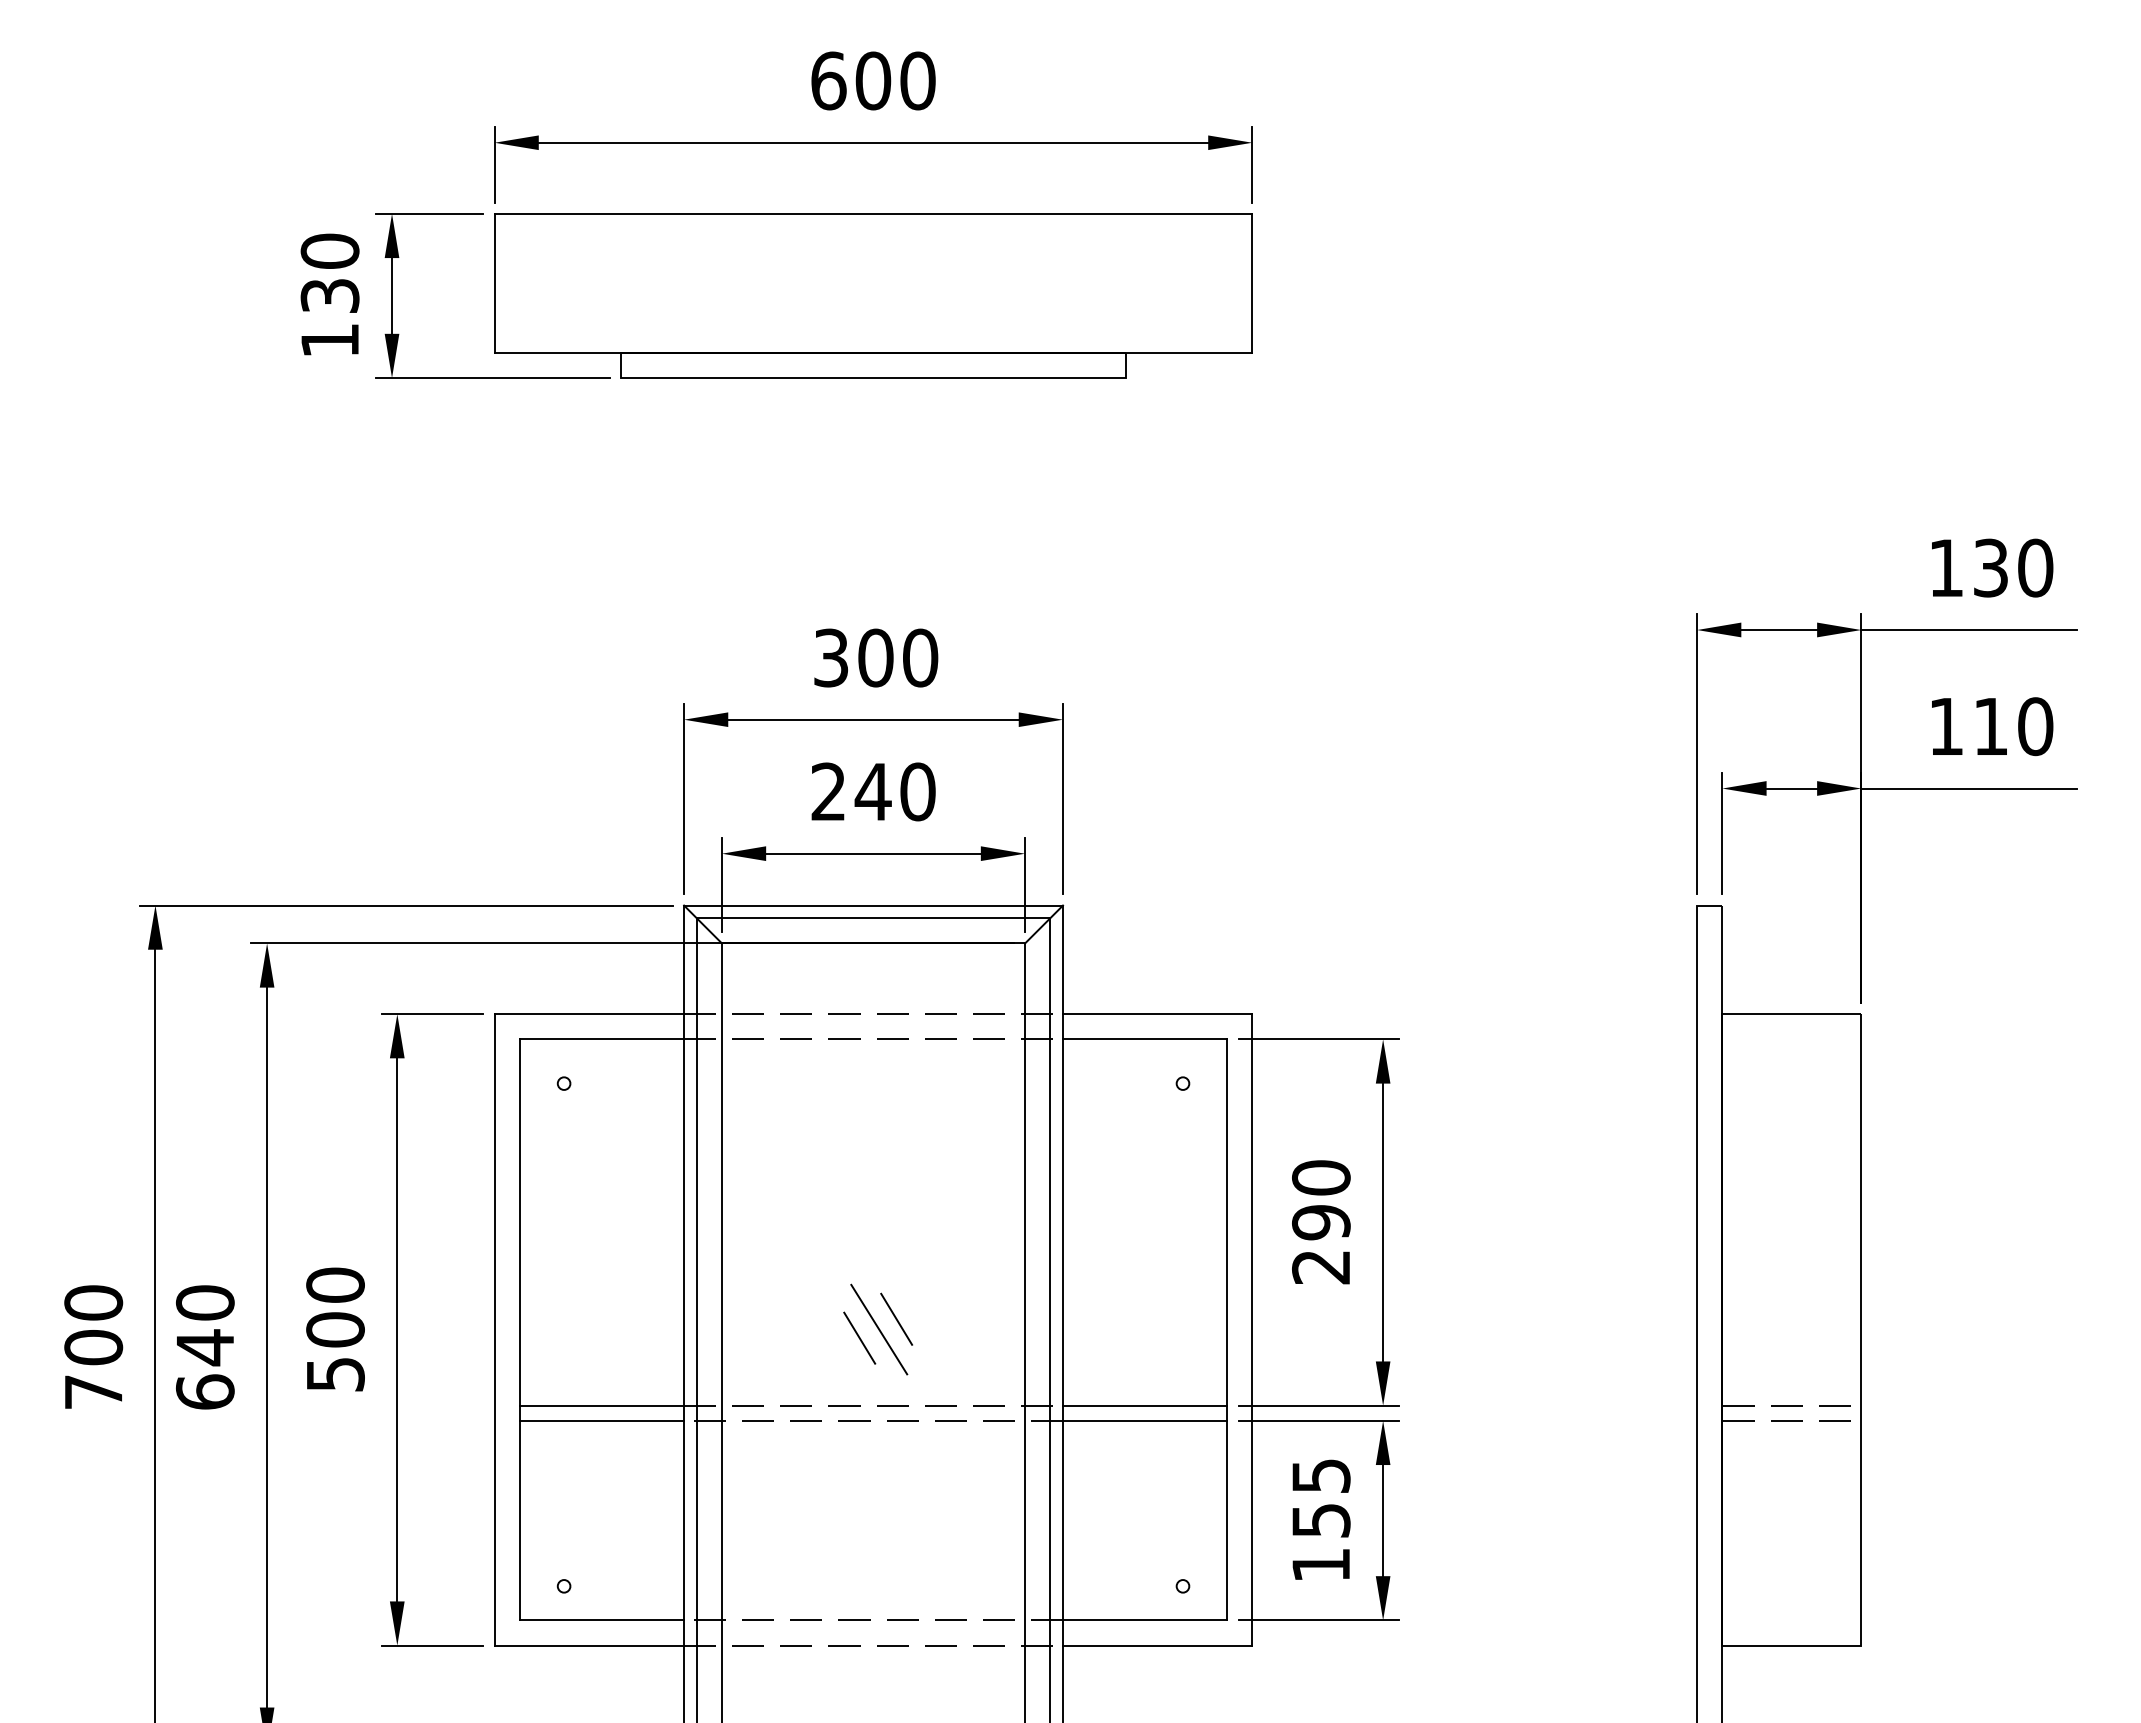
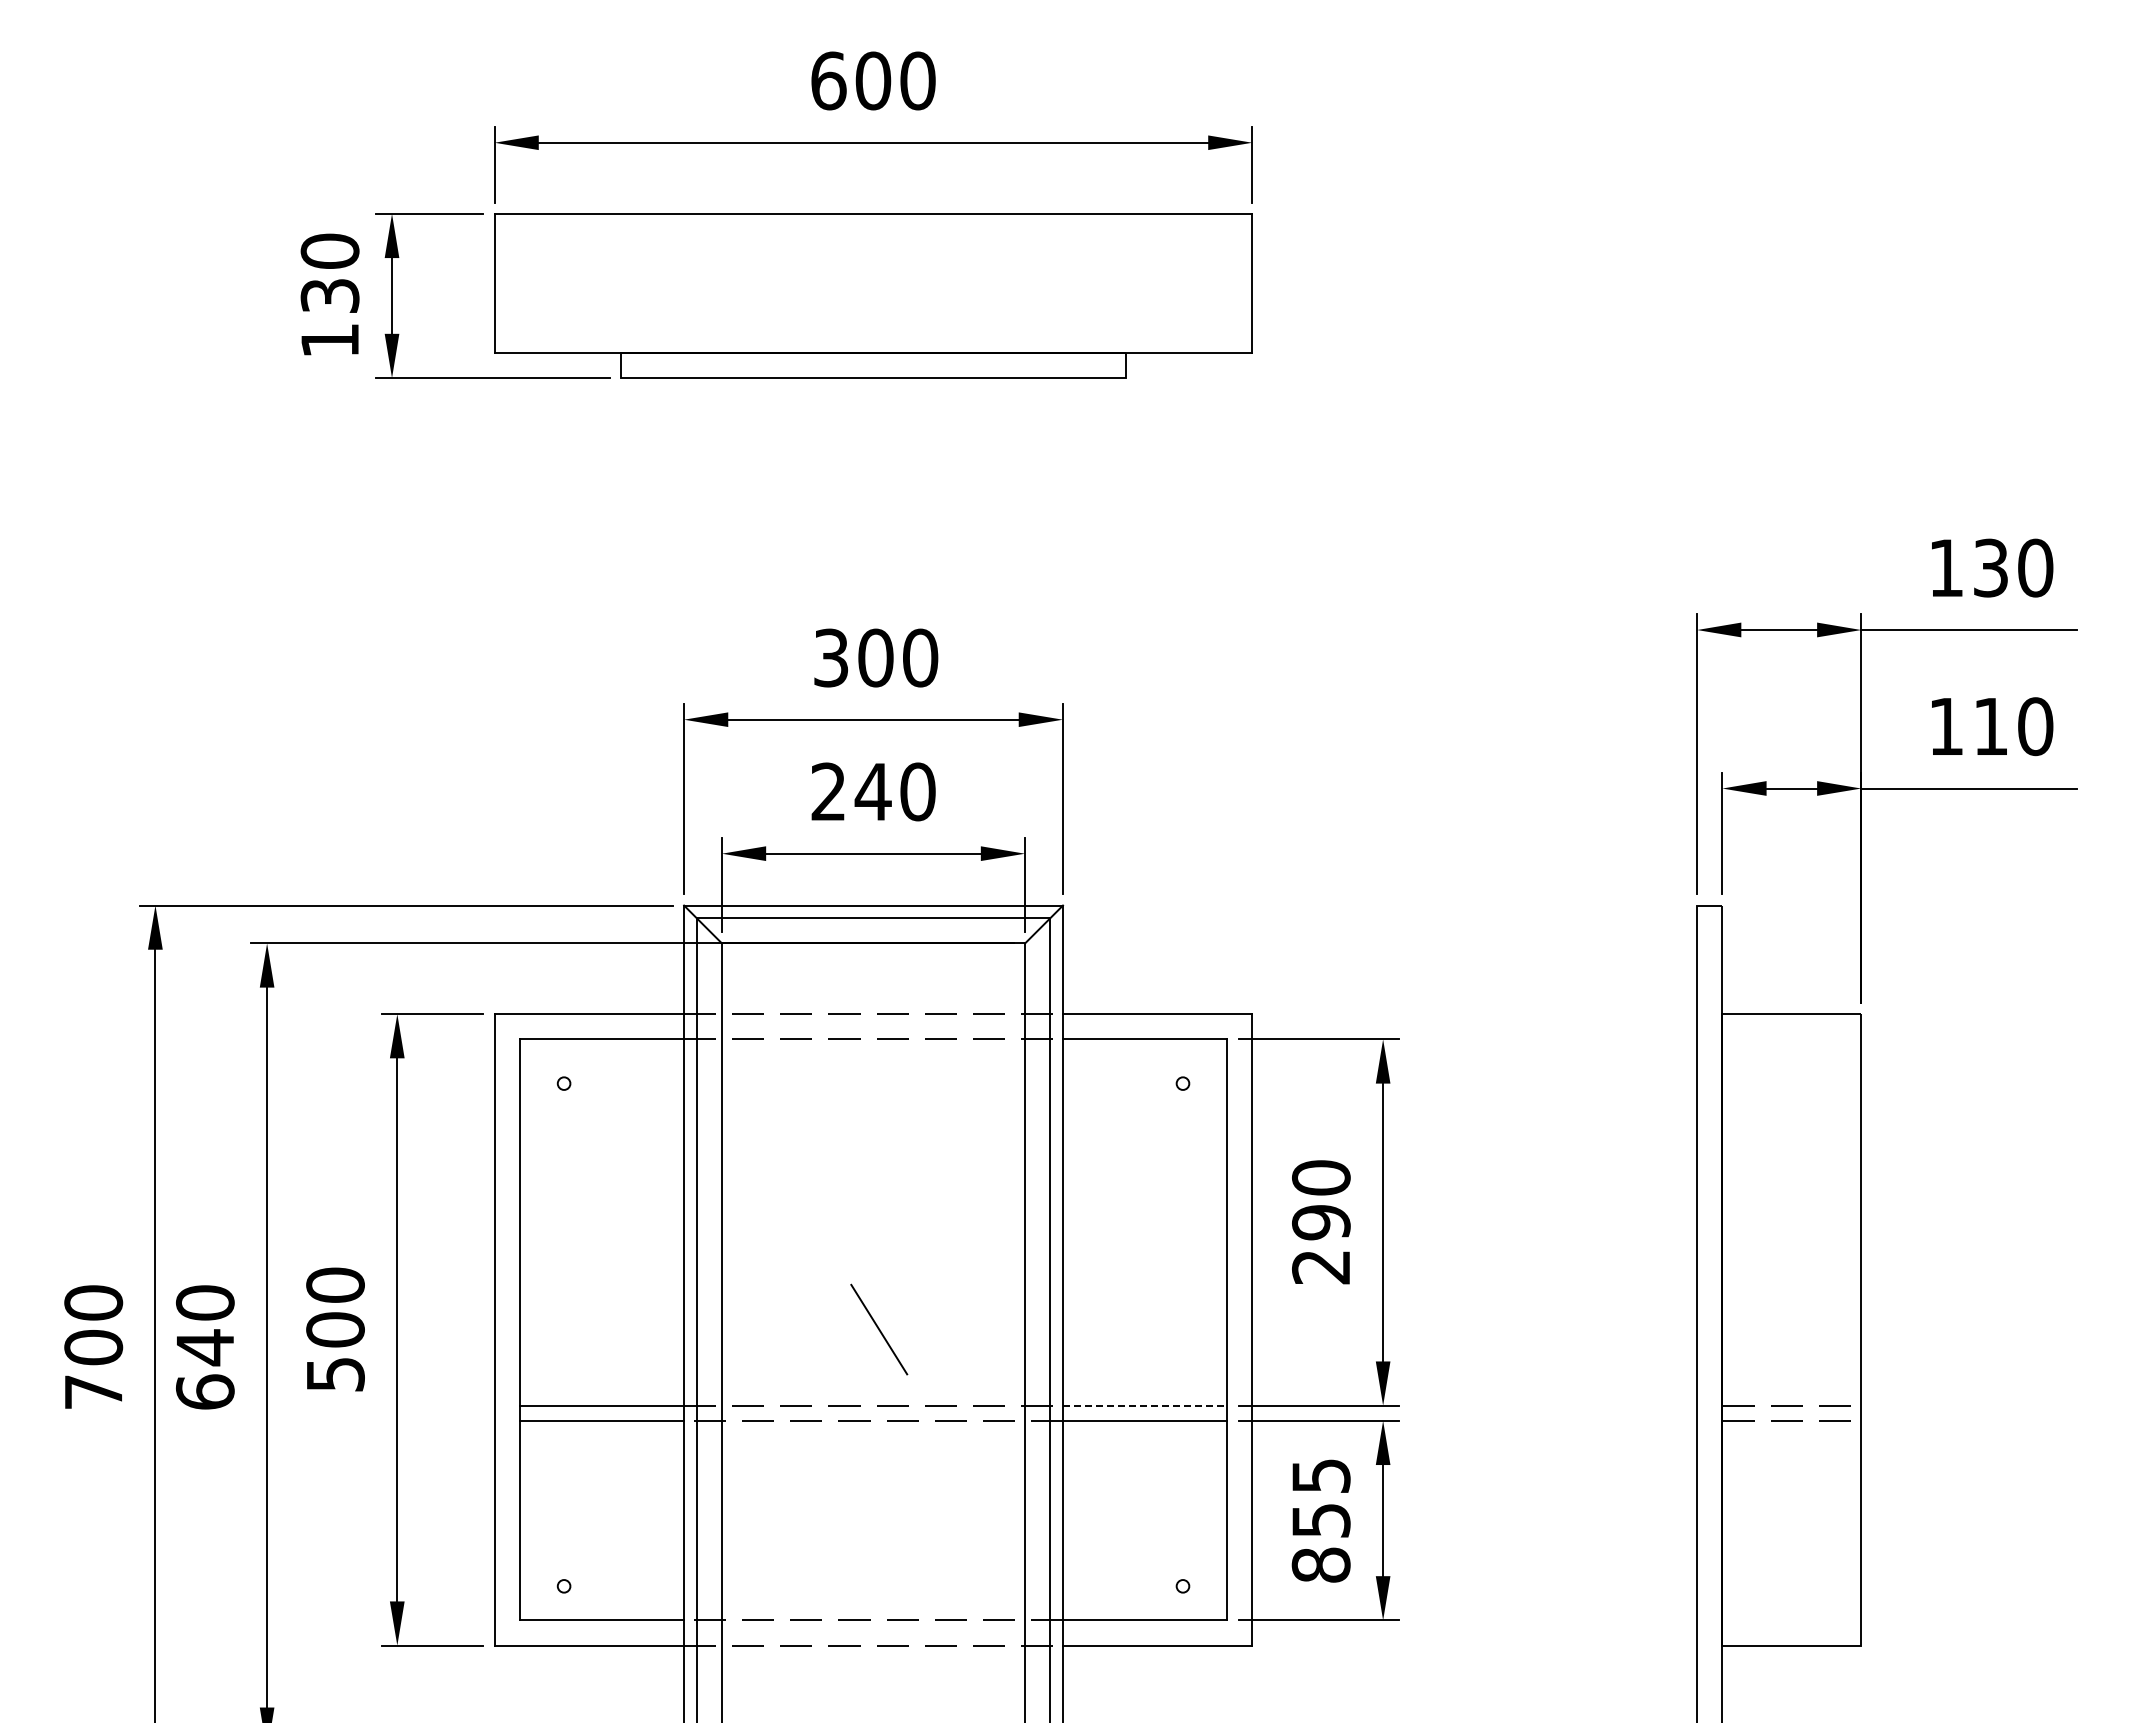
line at (896, 1318): present -> none
line at (859, 1337): present -> none
line at (1145, 1405): solid -> dashed
text at (1320, 1564): 155 -> 855
